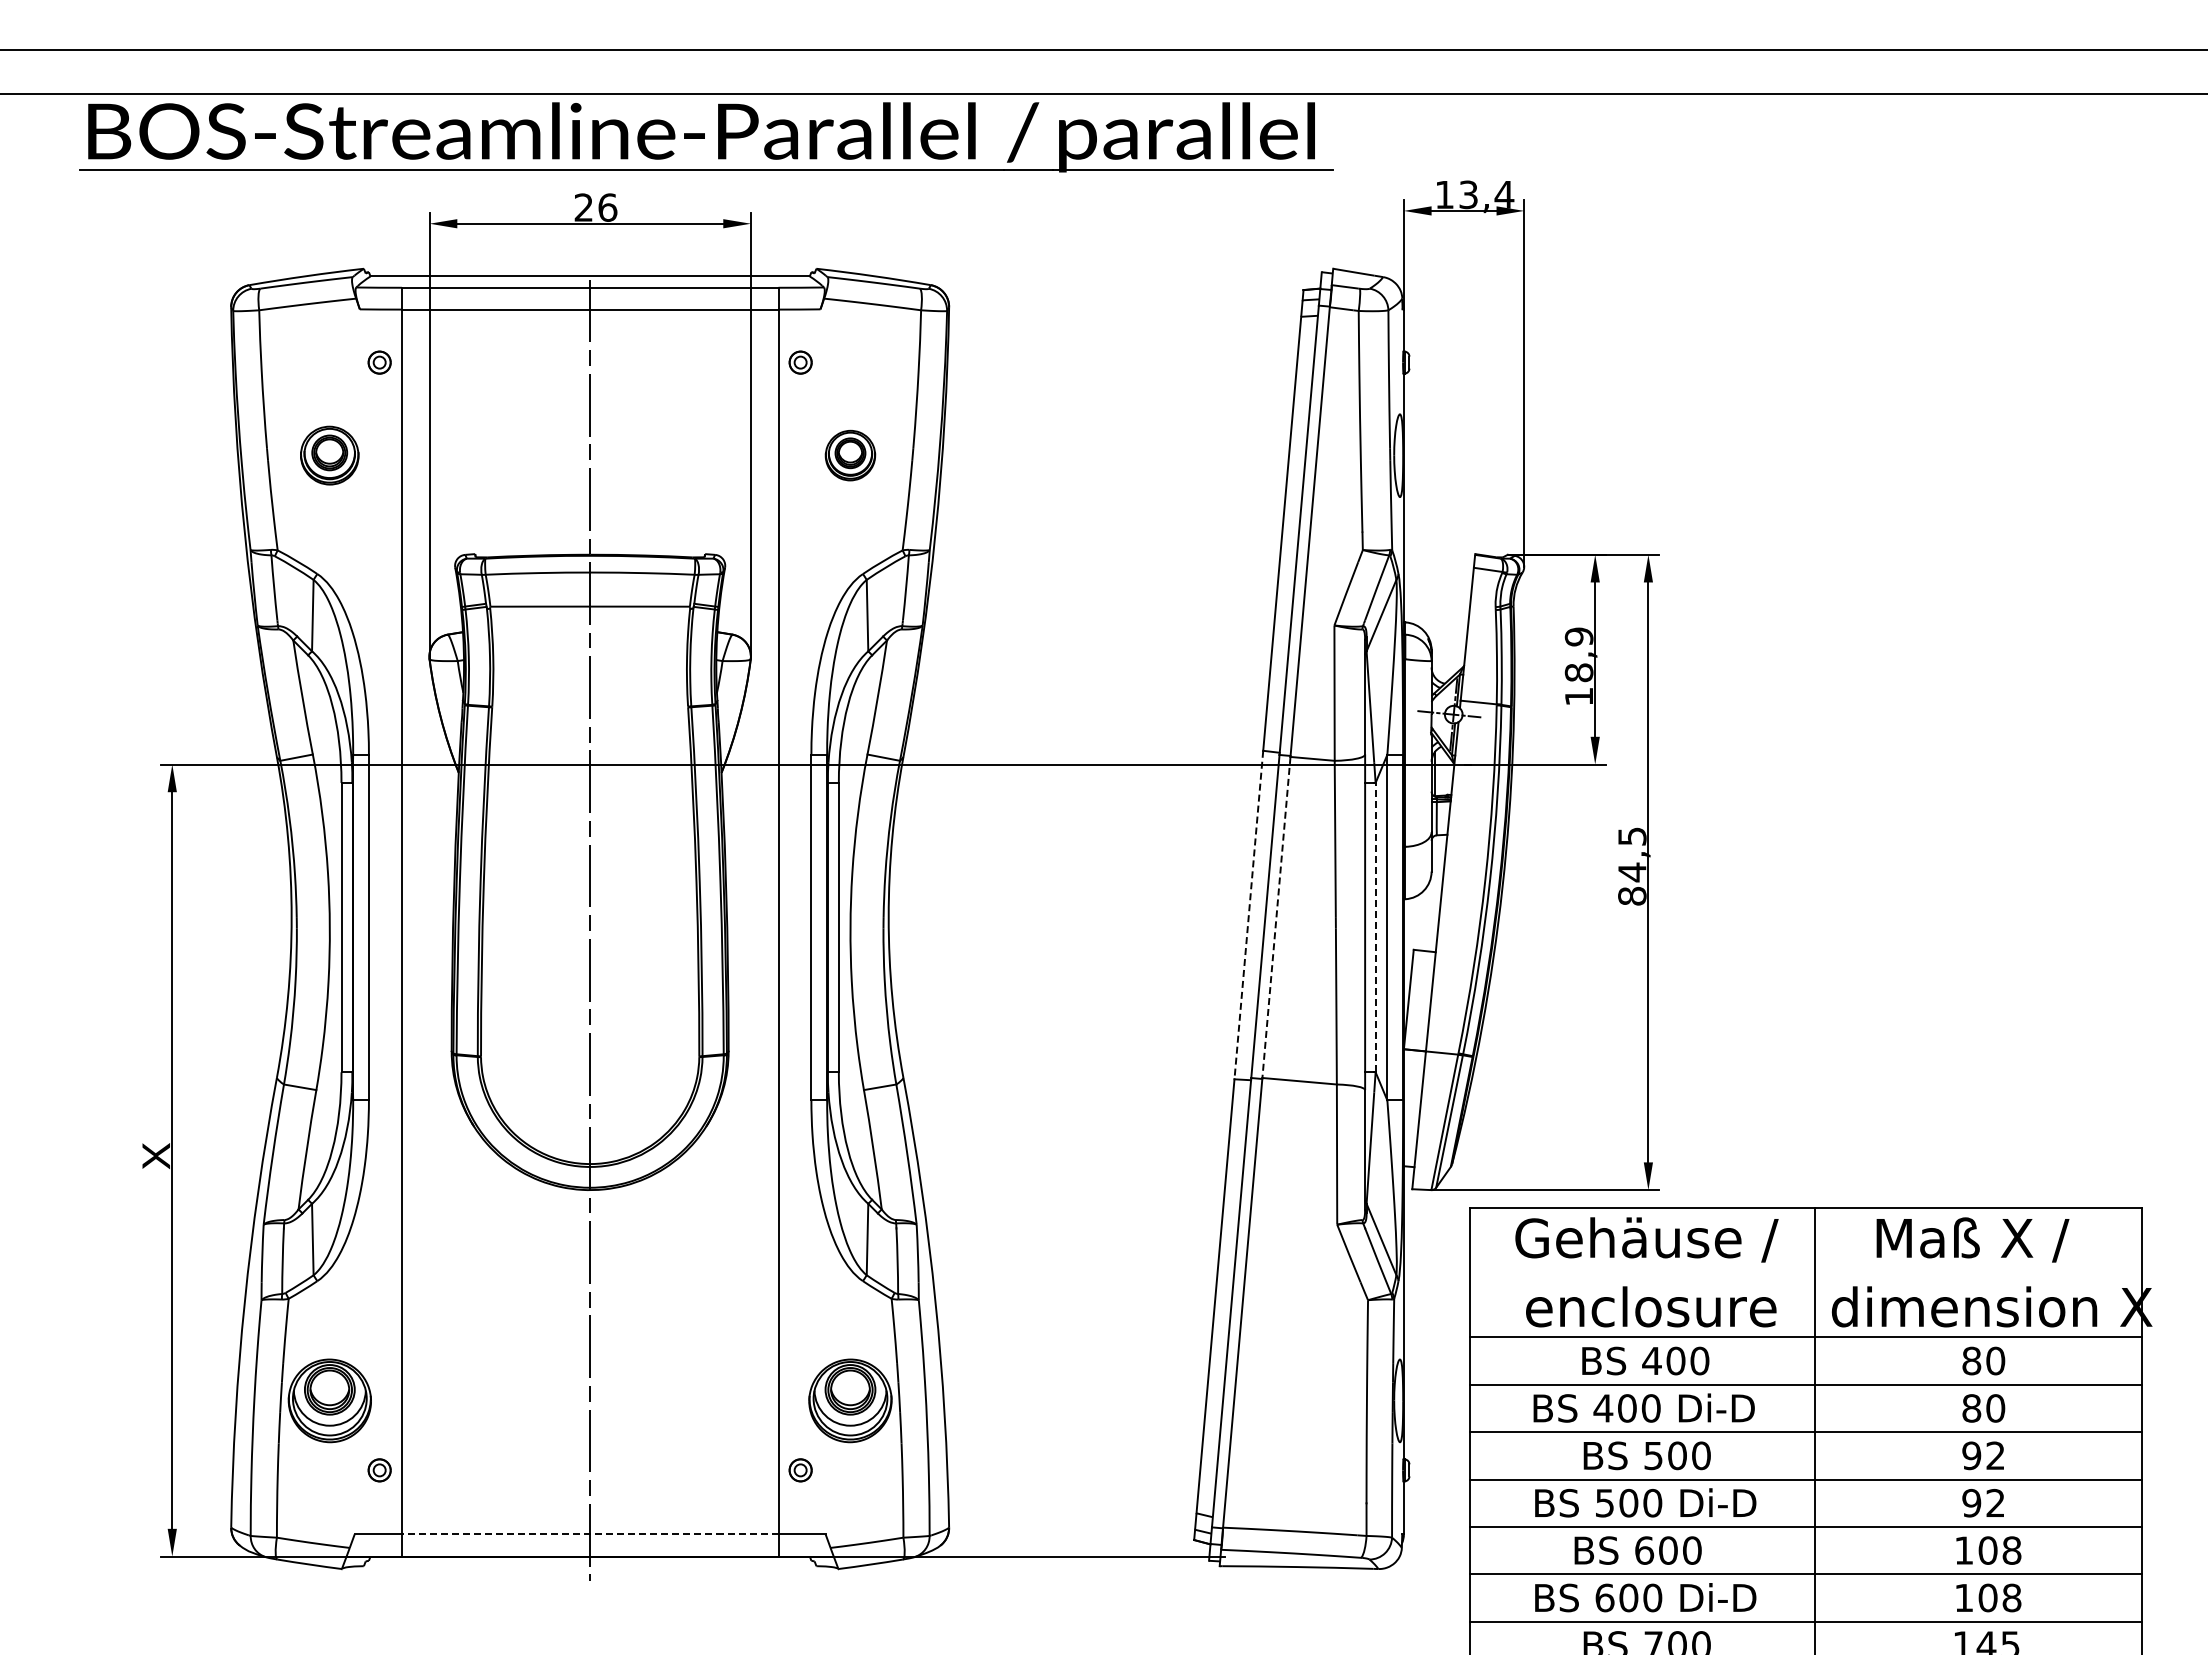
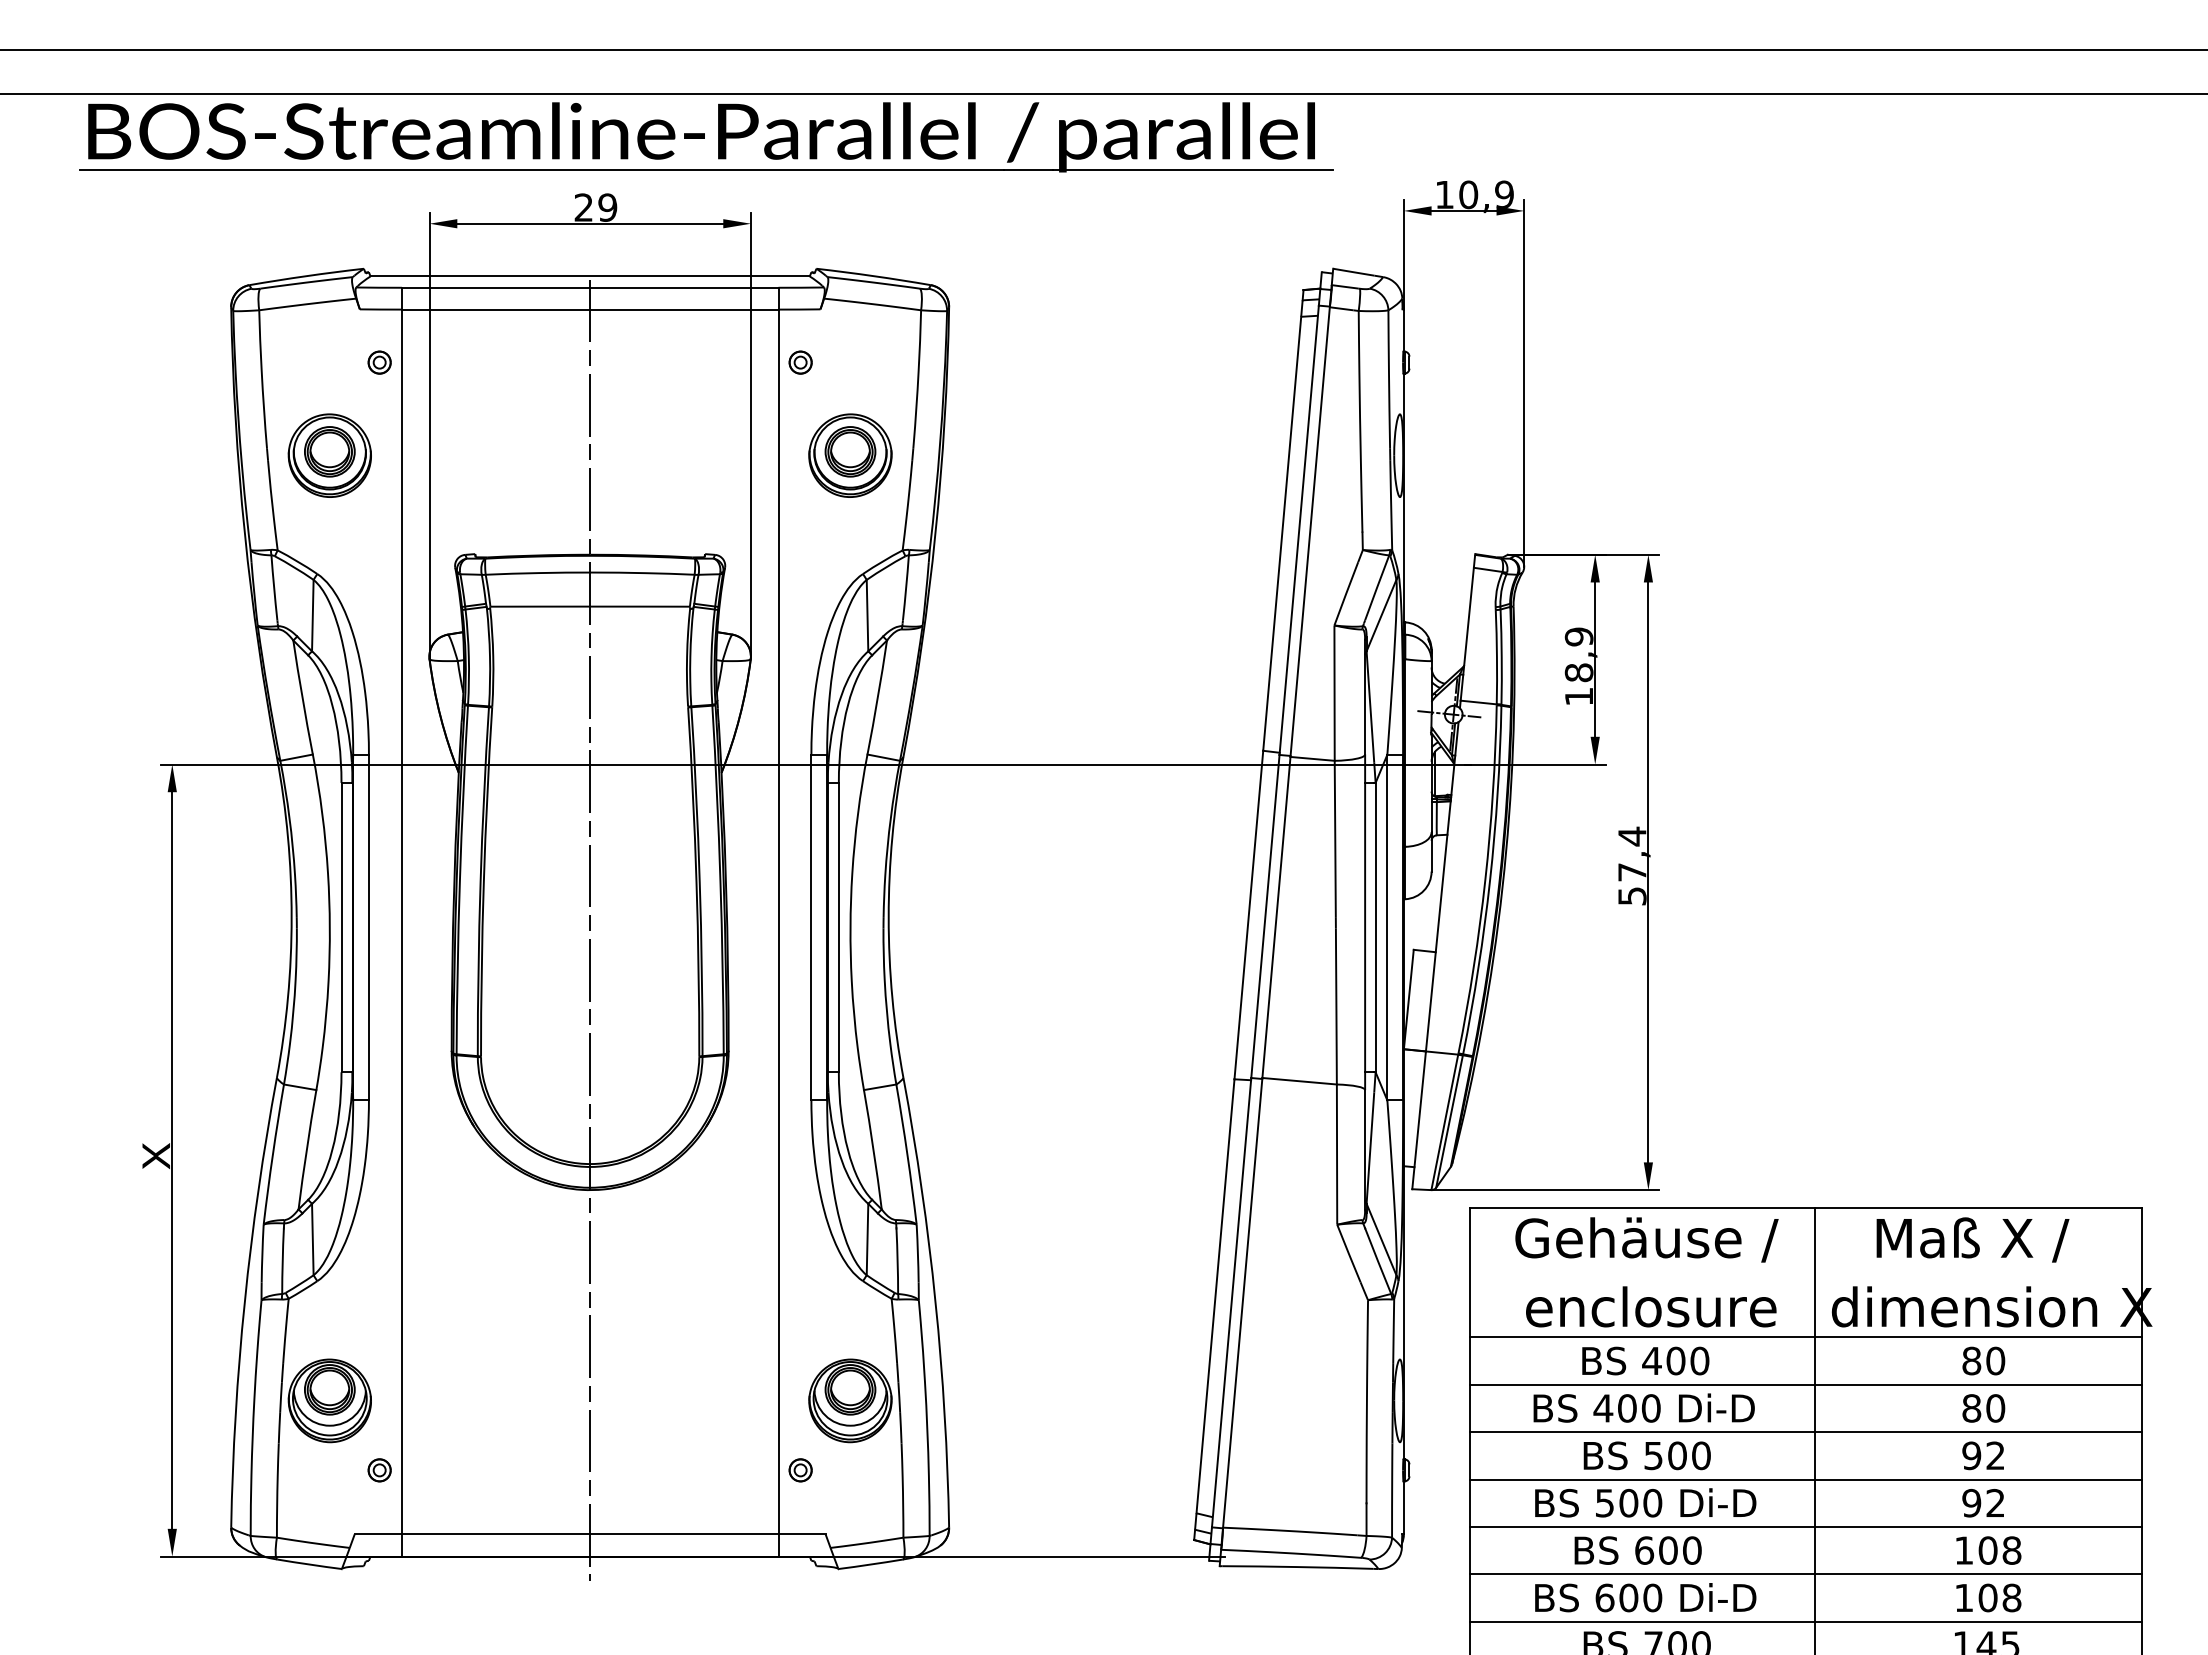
text at (1486, 194): 13,4 -> 10,9
text at (607, 207): 26 -> 29
part at (329, 455) size: 60x61 px -> 85x85 px
part at (850, 455) size: 53x53 px -> 85x85 px
text at (1632, 865): 84,5 -> 57,4
line at (1248, 915): dashed -> solid
line at (1276, 917): dashed -> solid
line at (1375, 927): dashed -> solid
line at (589, 1534): dashed -> solid
